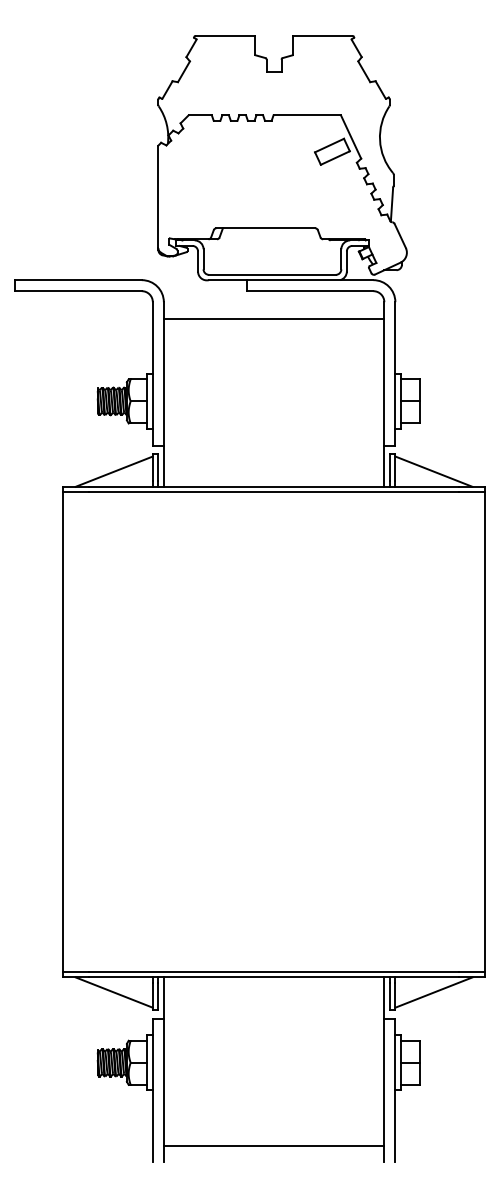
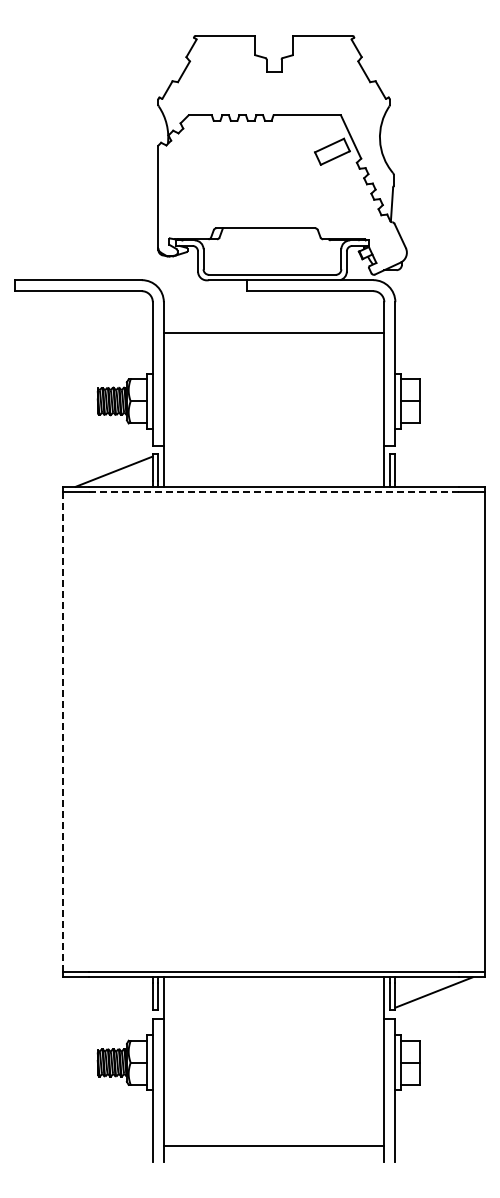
line at (273, 318) position: (273, 318) -> (273, 332)
line at (433, 471): present -> none
line at (274, 492): solid -> dashed
line at (63, 732): solid -> dashed
line at (113, 992): present -> none
